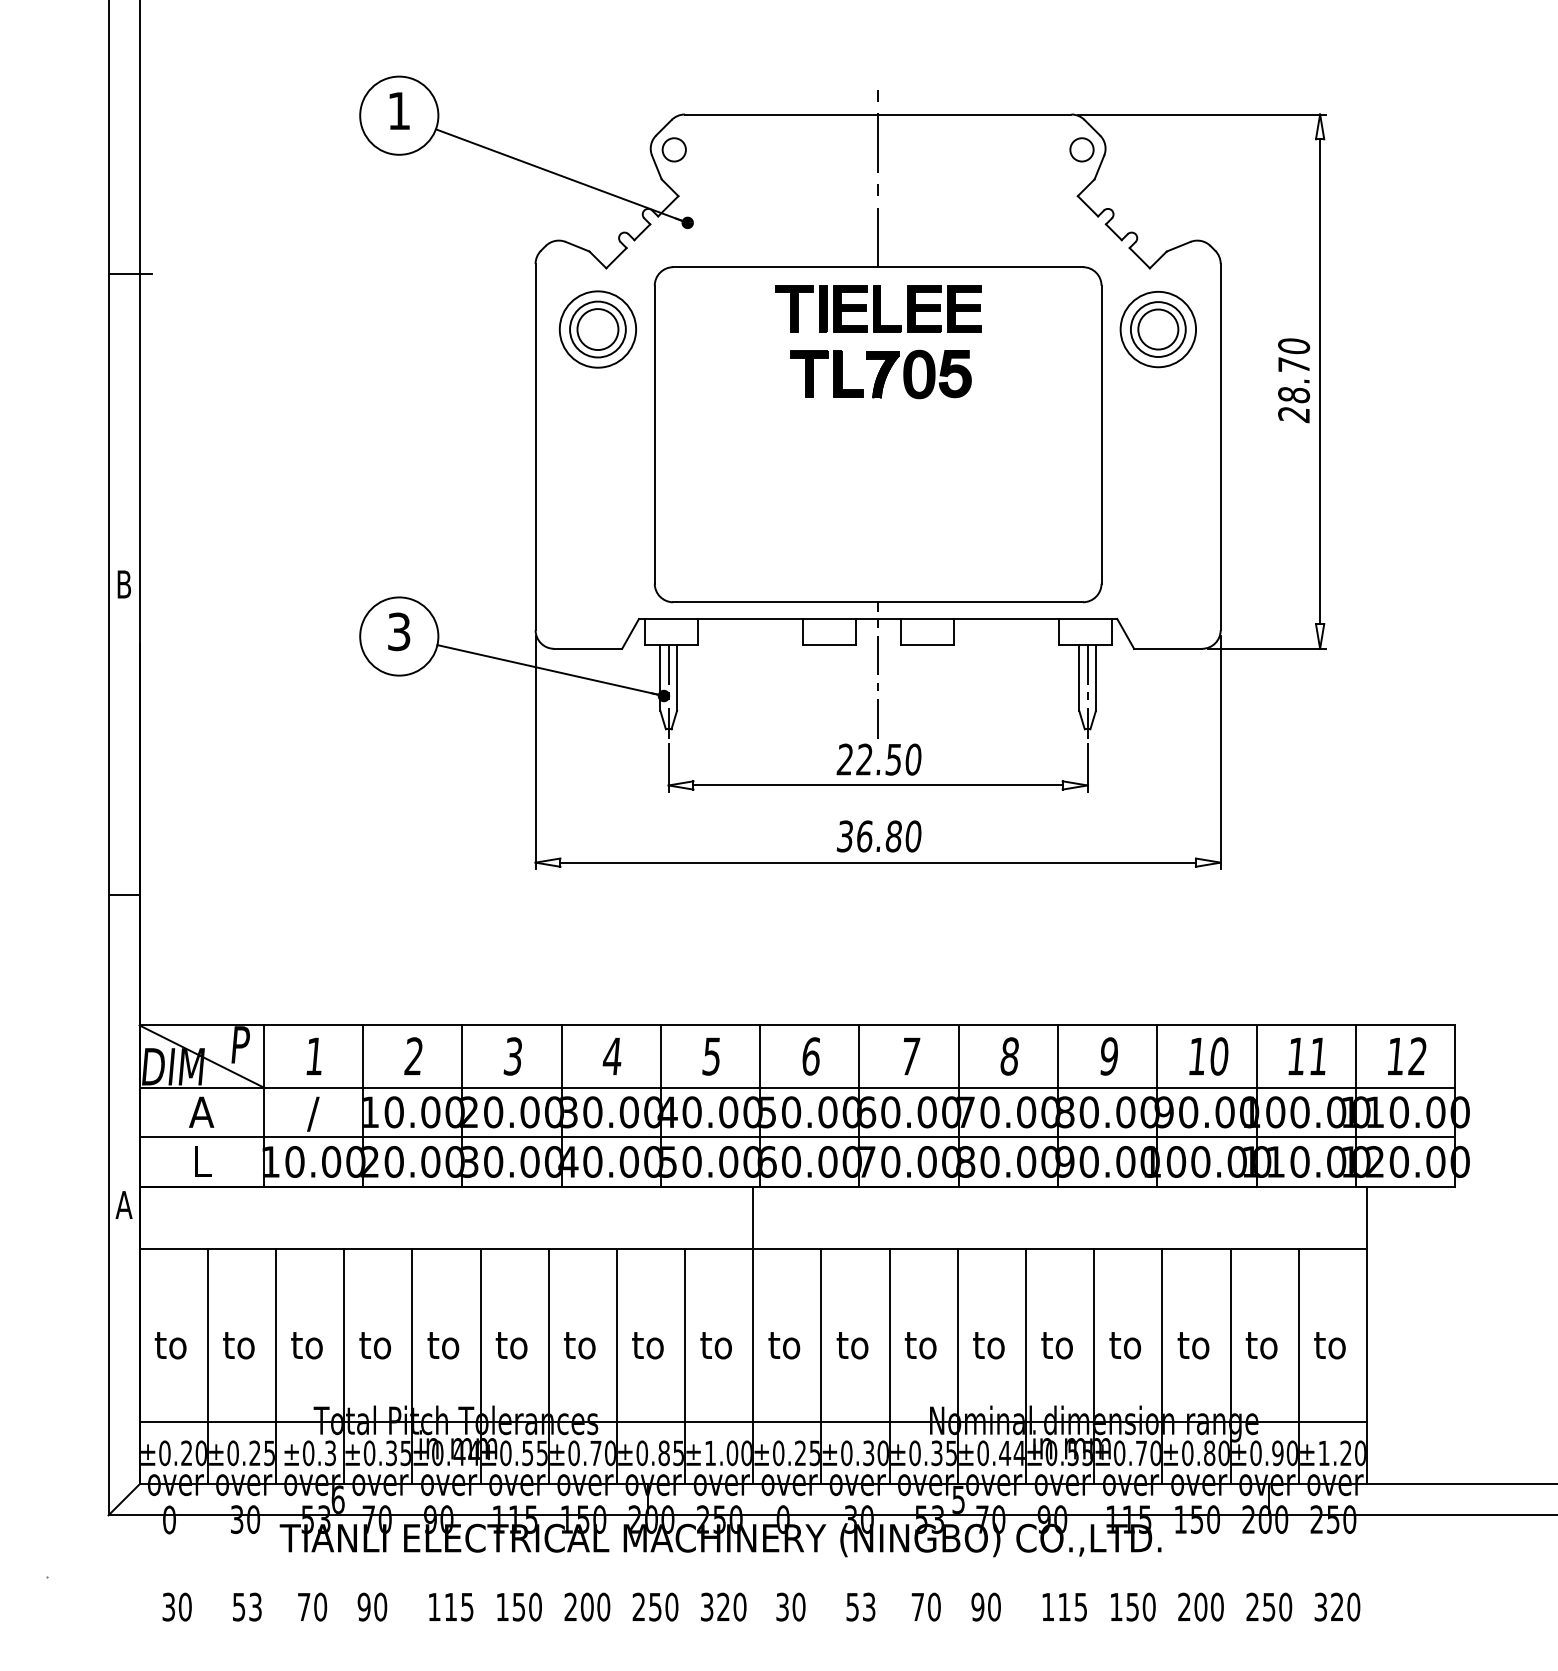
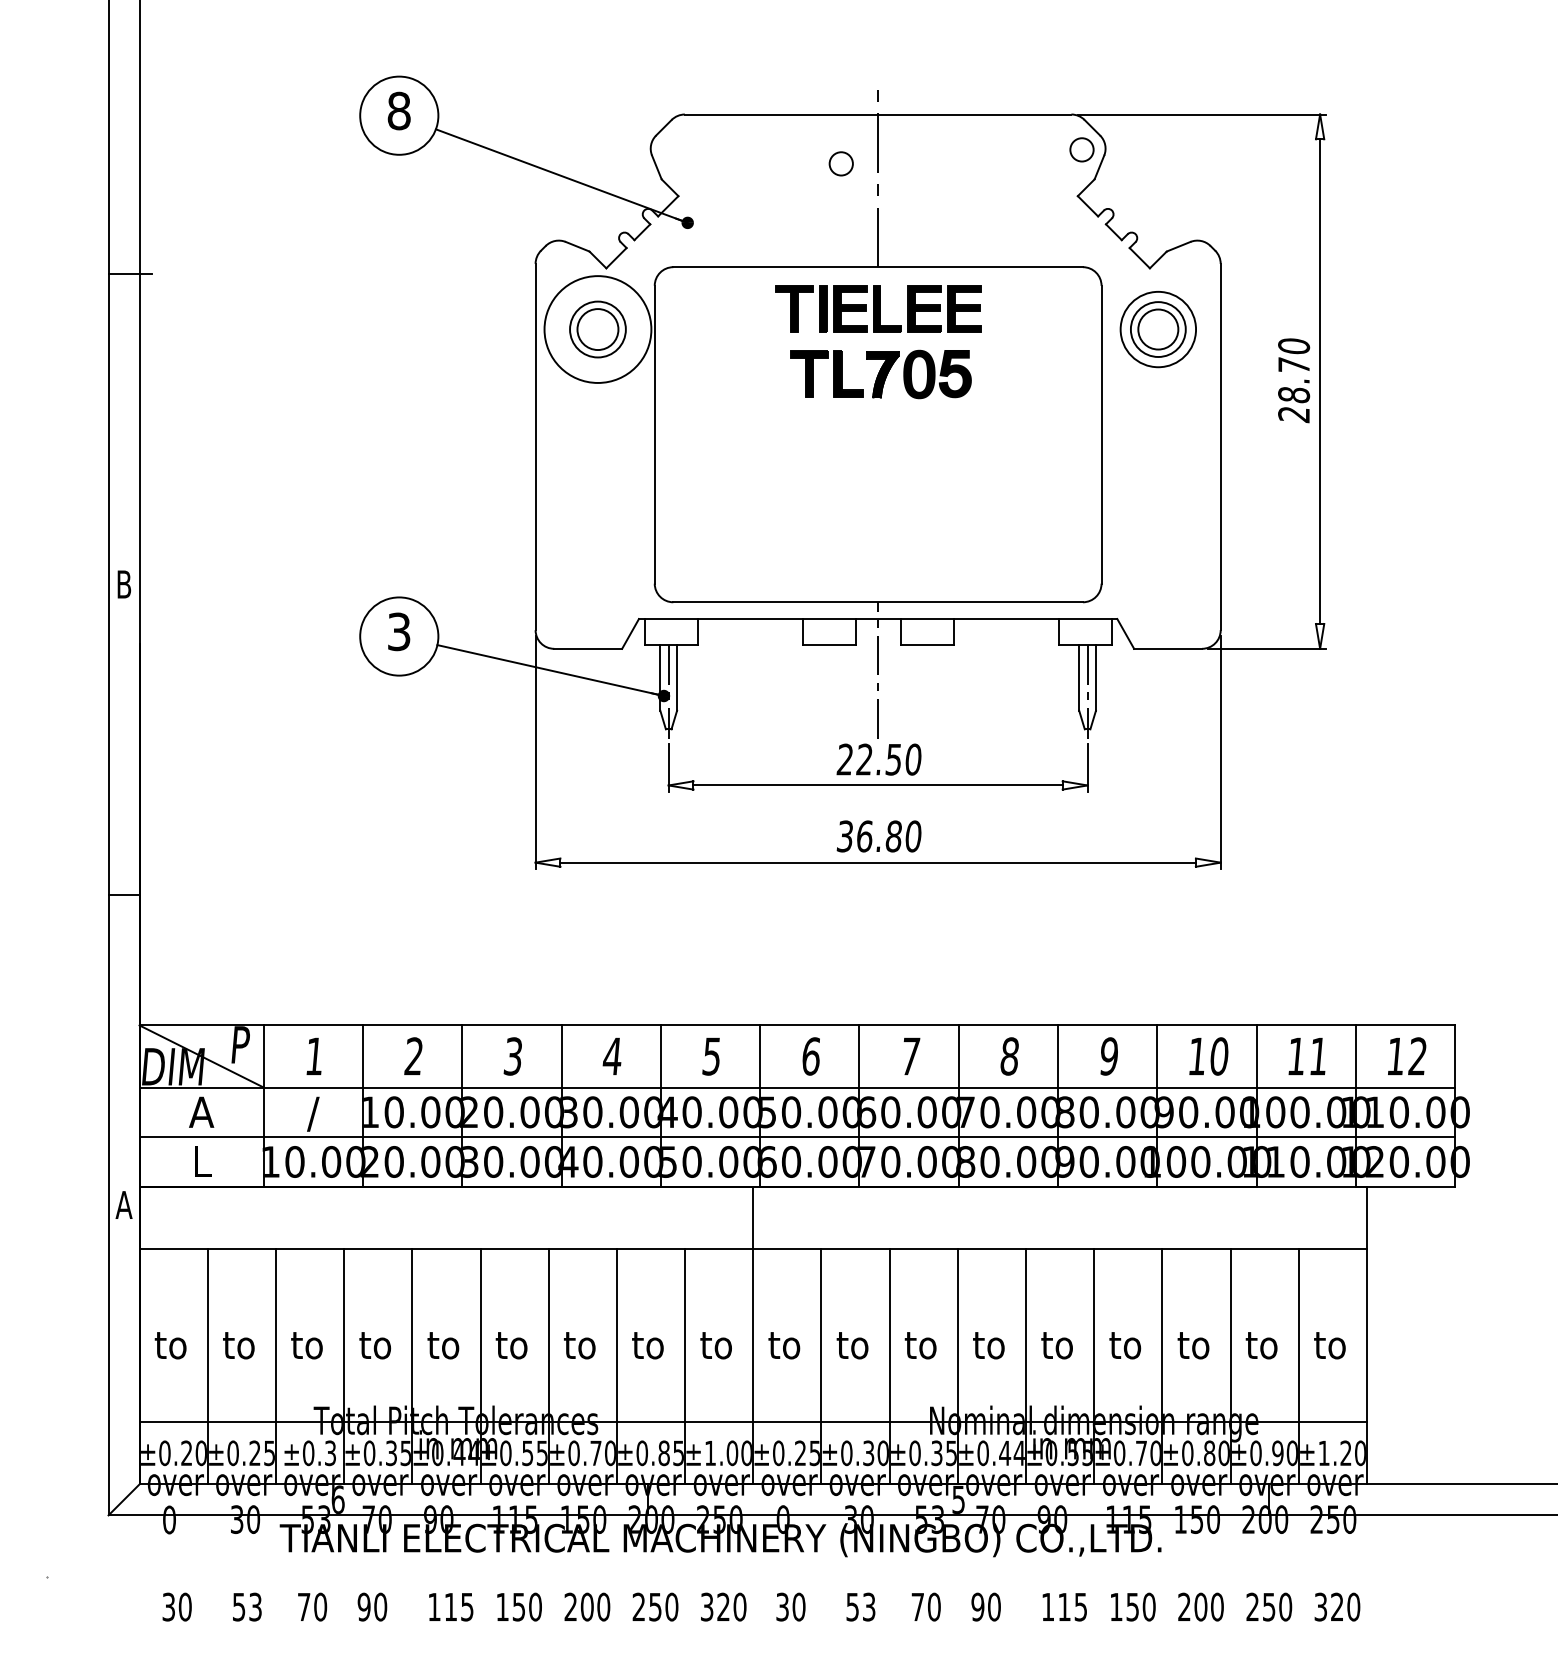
text at (398, 110): 1 -> 8
circle at (673, 149) position: (673, 149) -> (840, 163)
circle at (597, 329) diameter: 76 px -> 107 px
